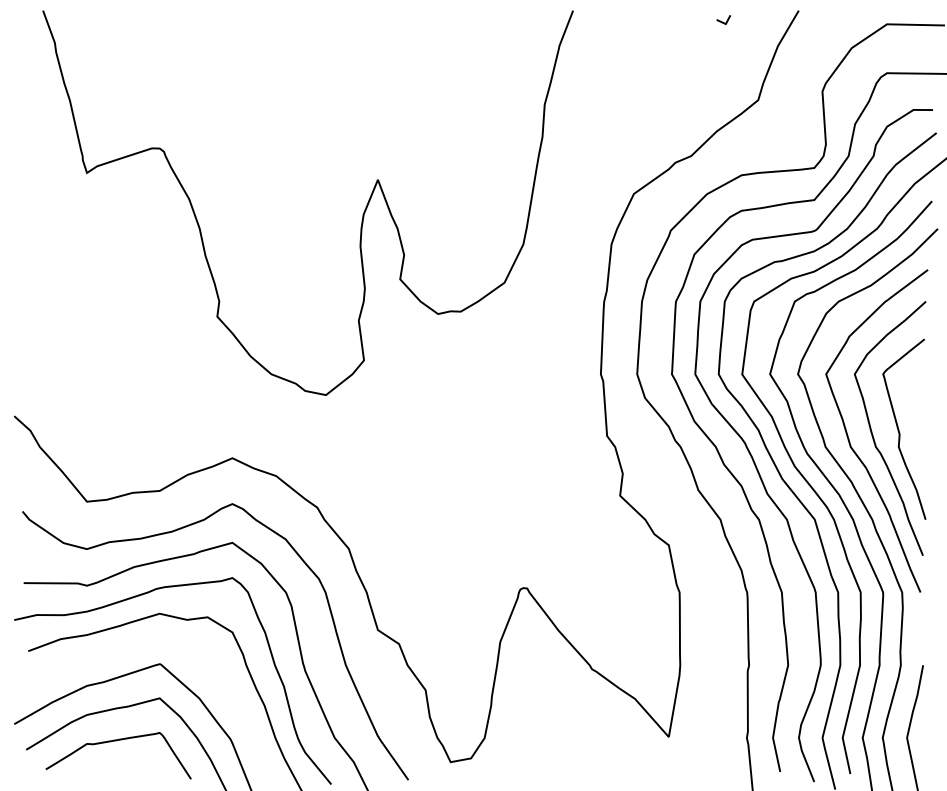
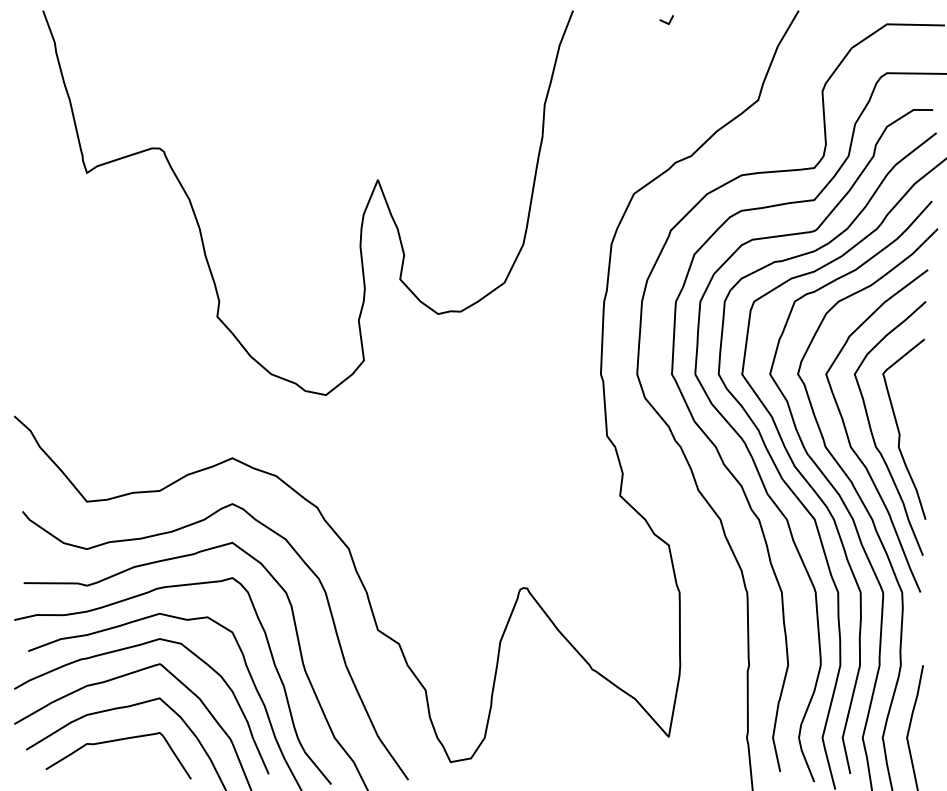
line at (722, 21) position: (722, 21) -> (665, 21)
curve at (126, 649): none -> present
